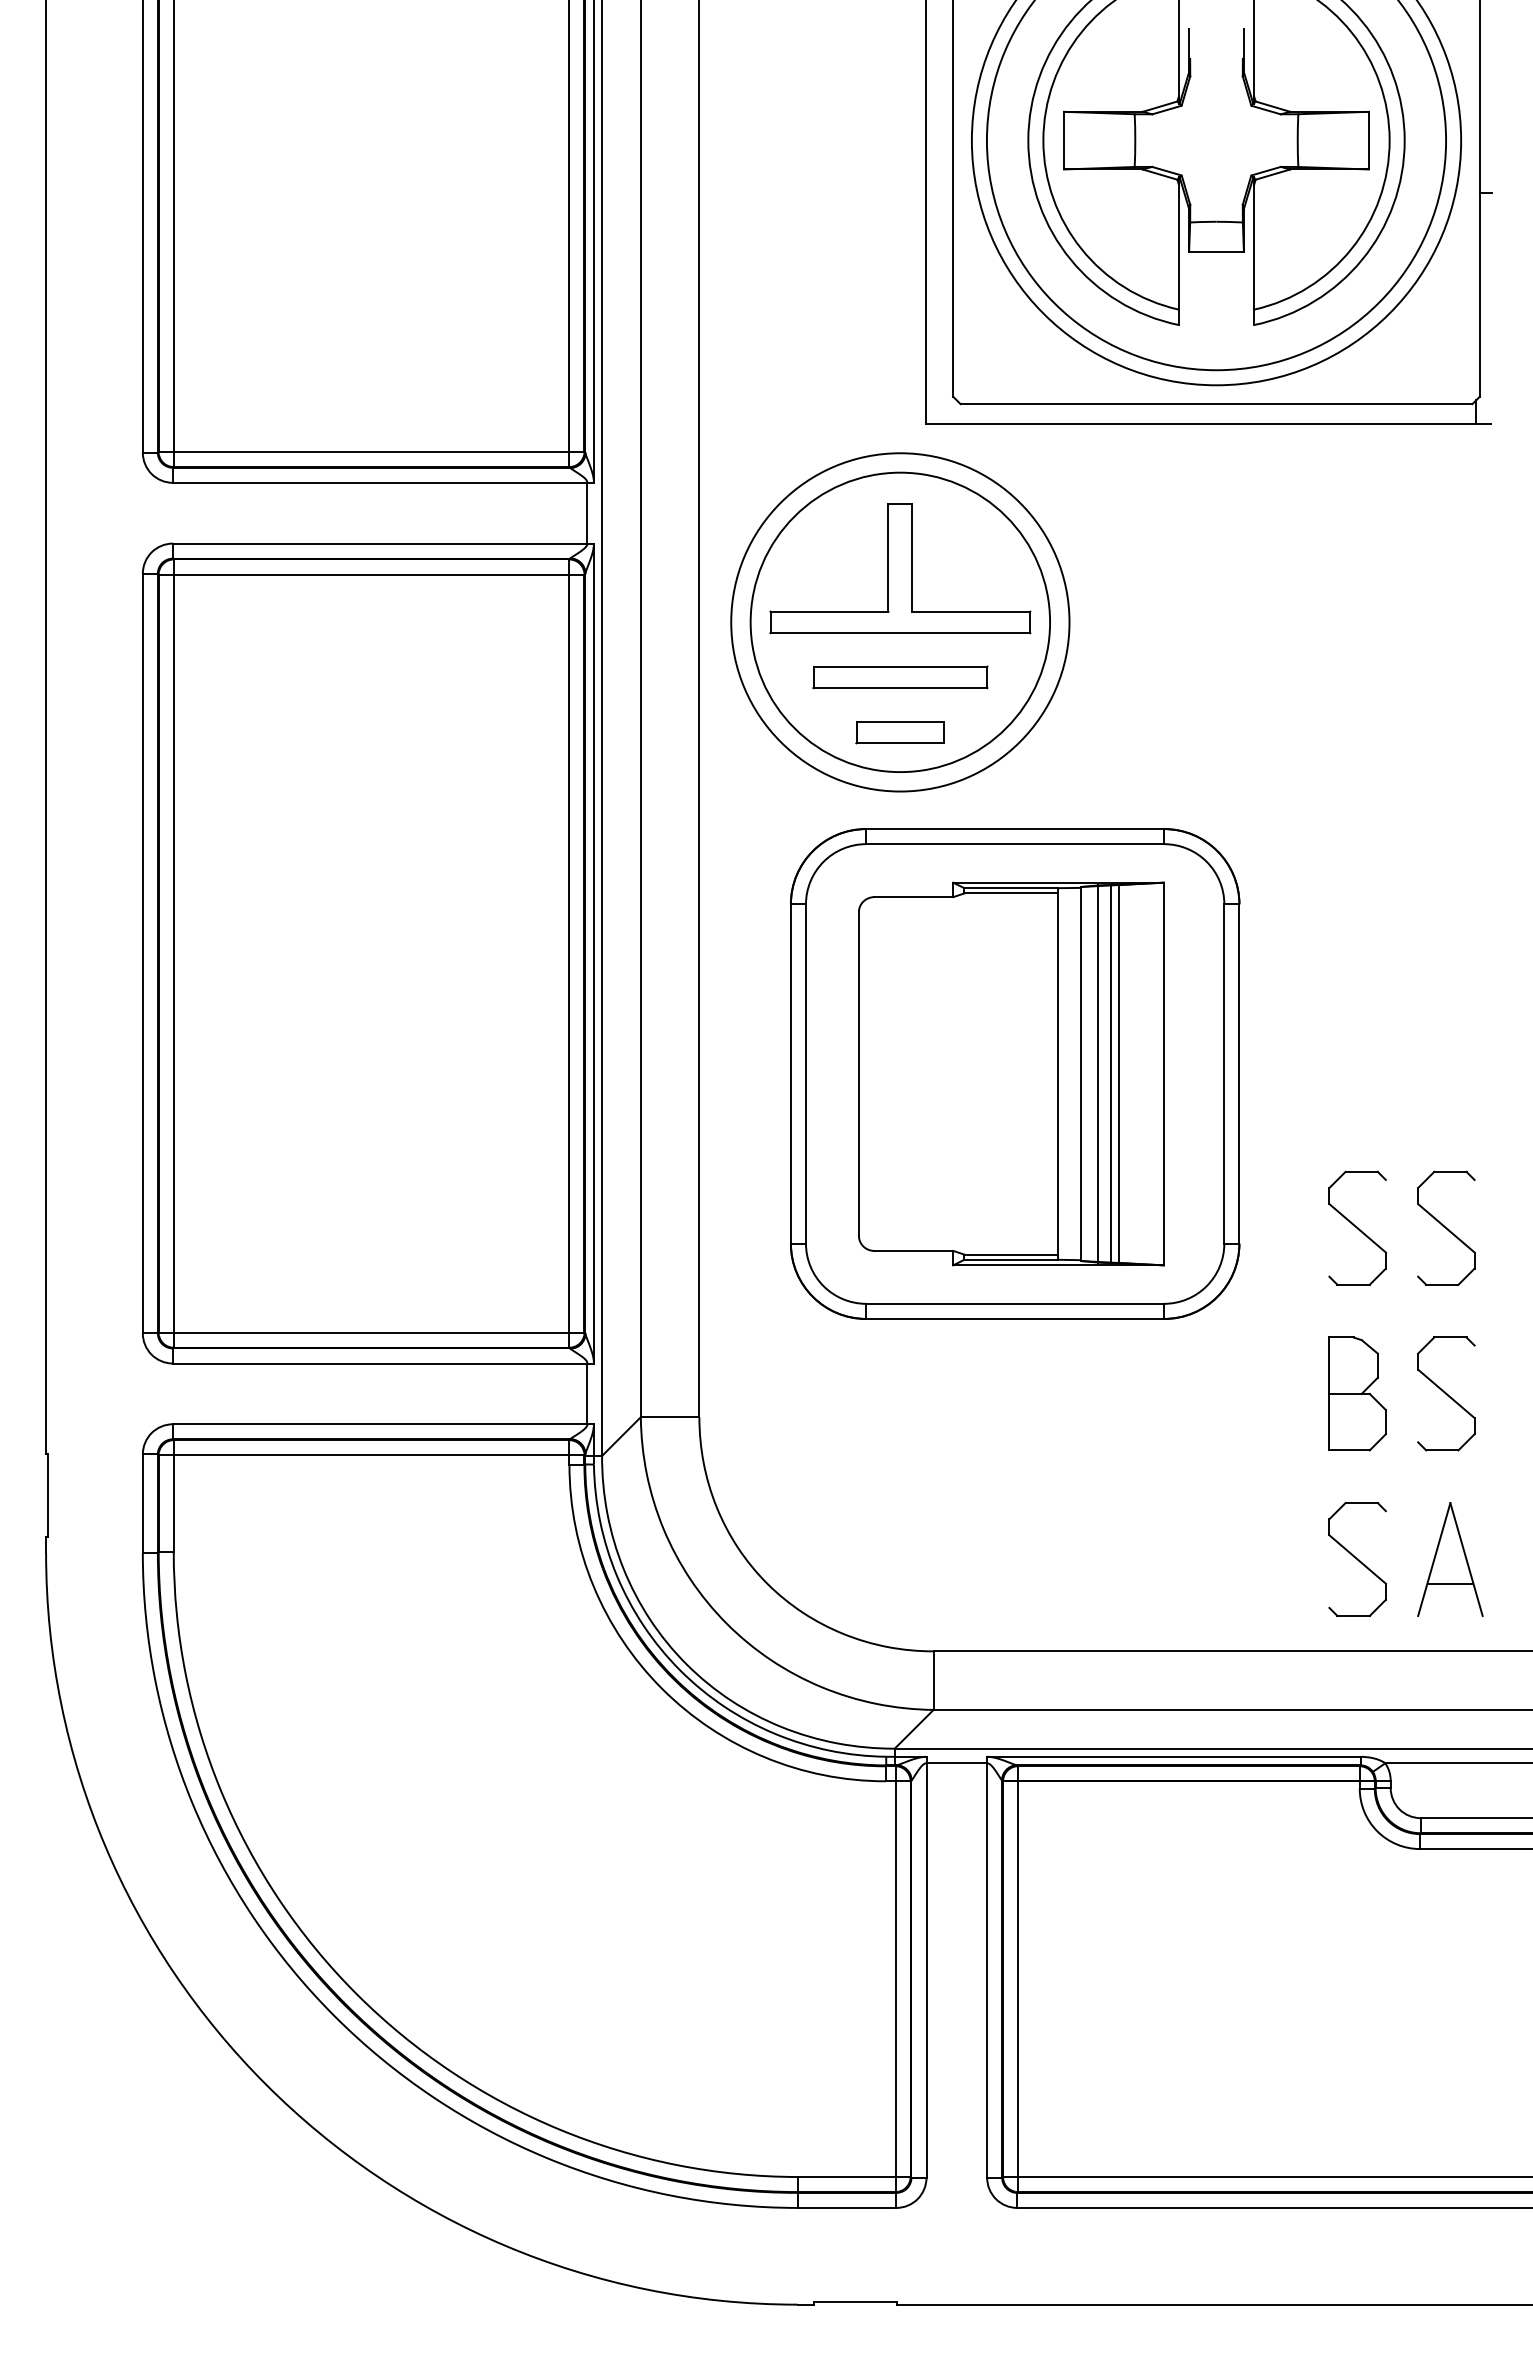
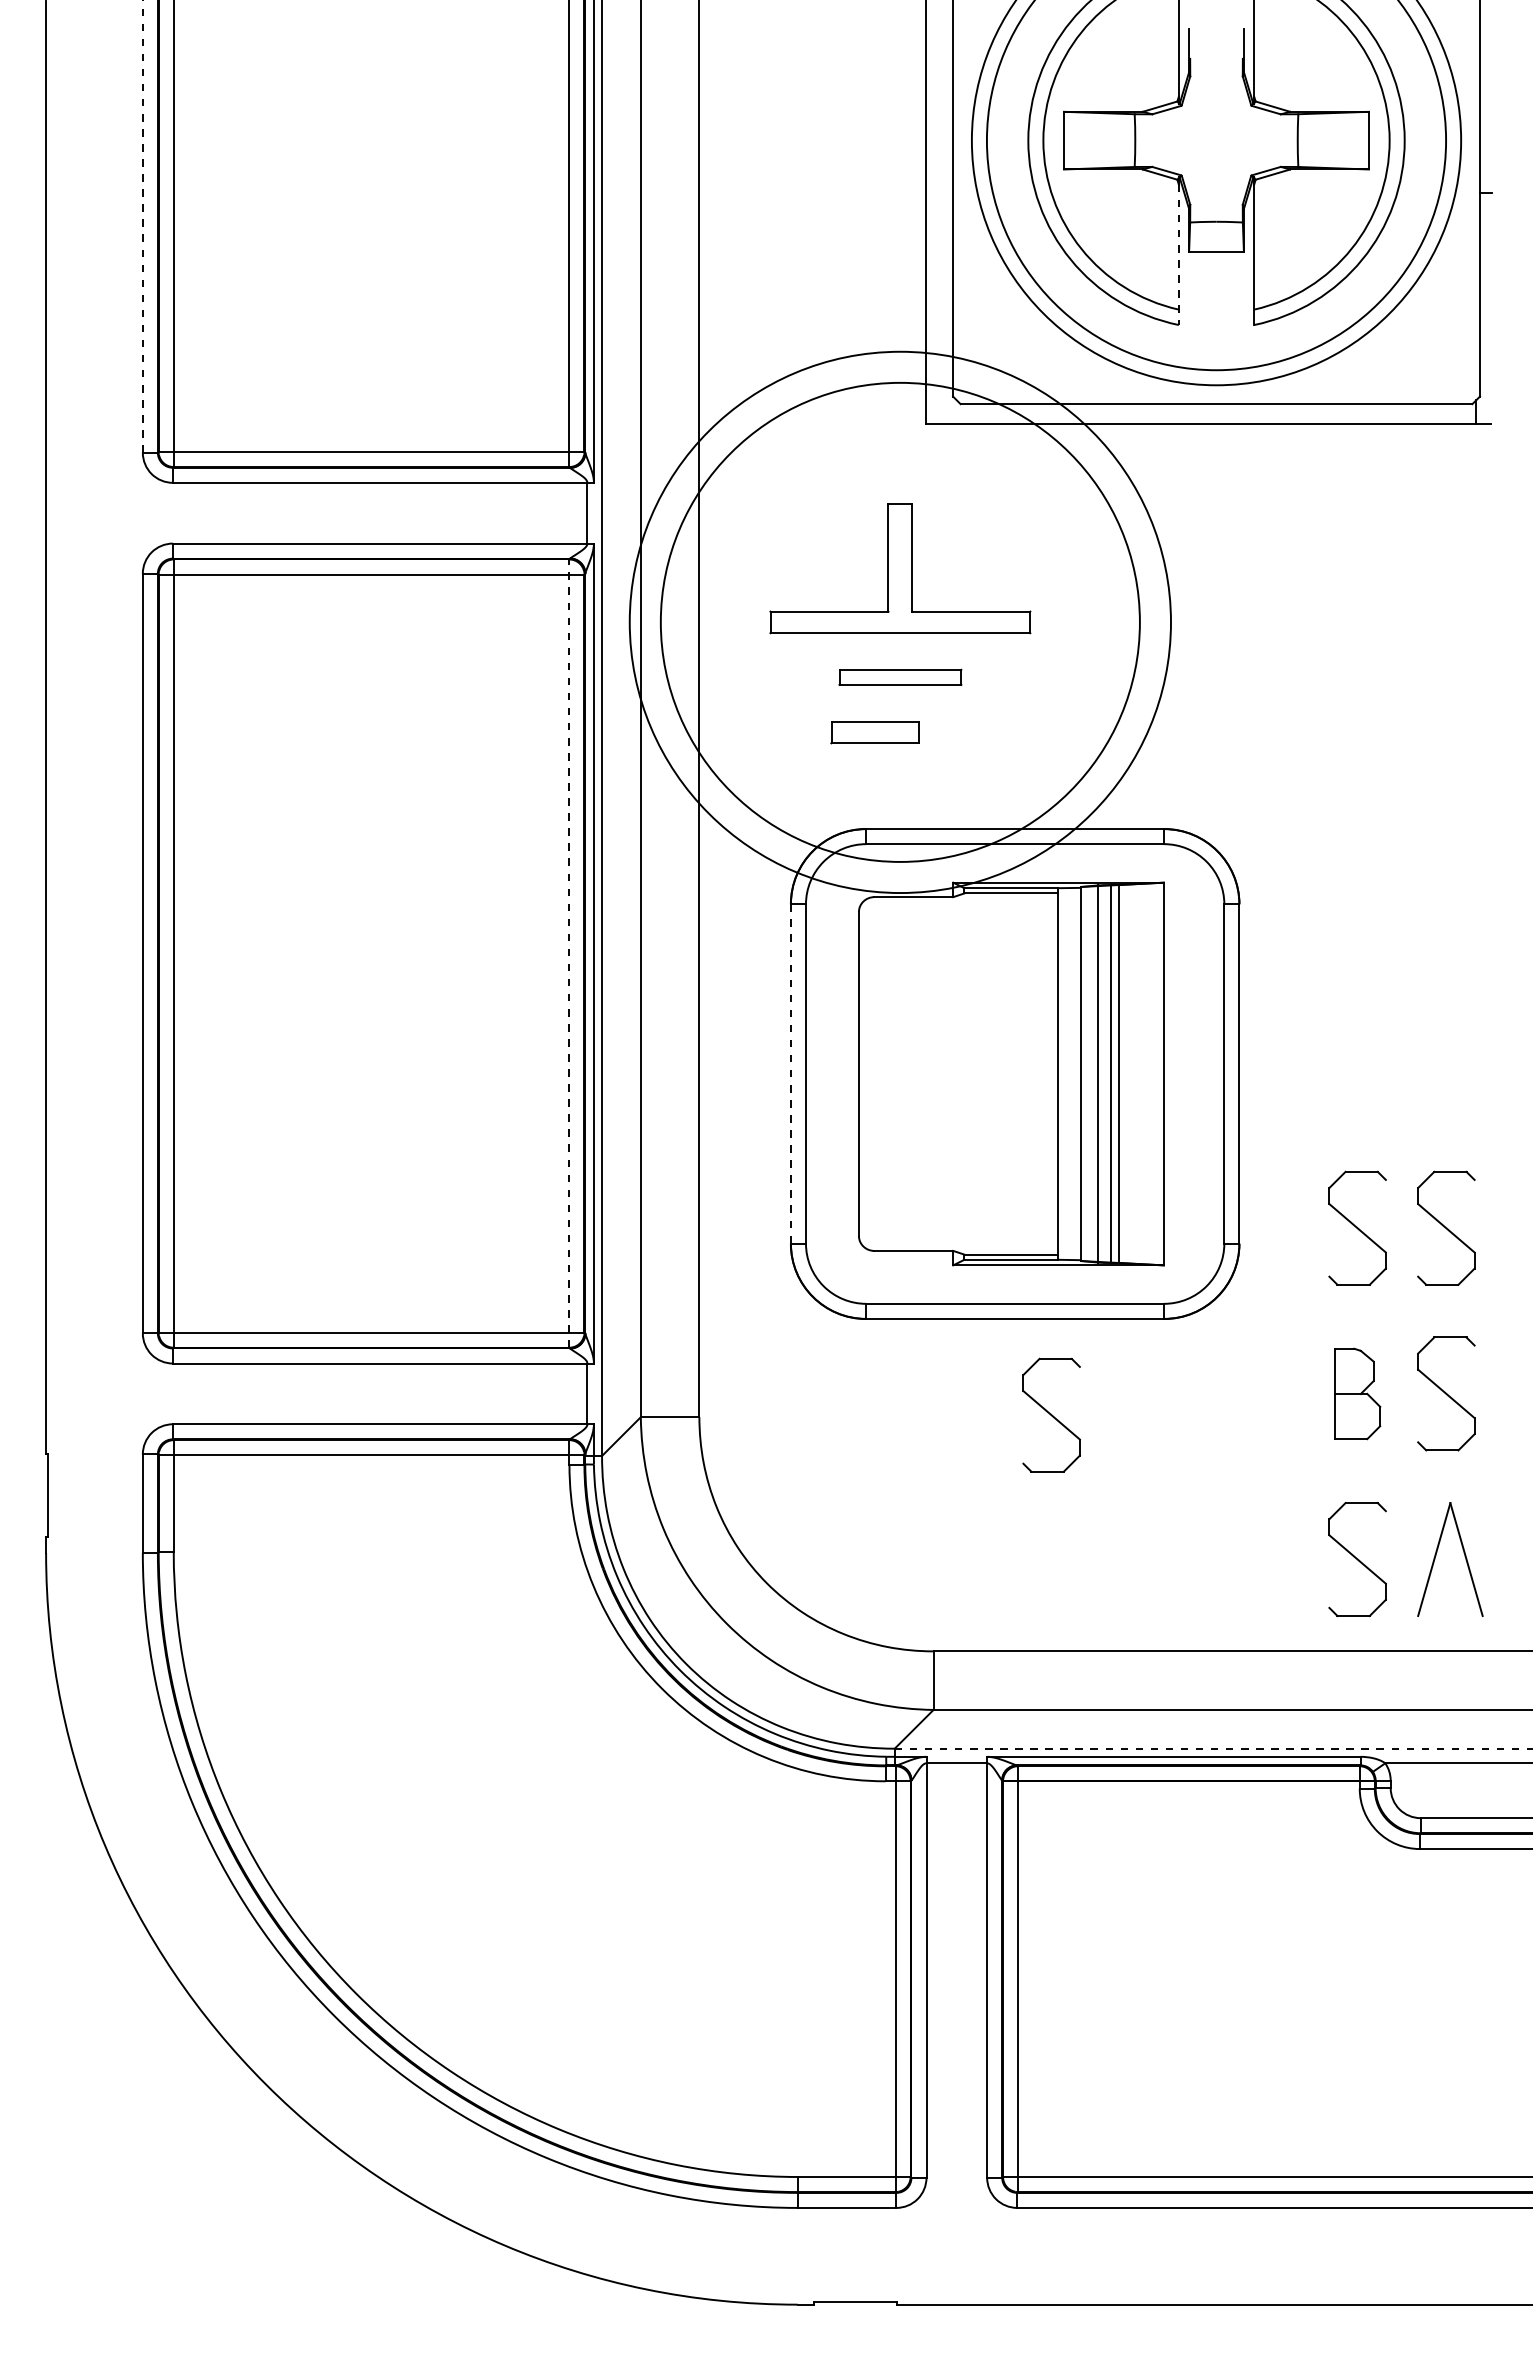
line at (142, 226): solid -> dashed
line at (1178, 255): solid -> dashed
circle at (900, 622) diameter: 299 px -> 479 px
circle at (900, 622) diameter: 338 px -> 541 px
part at (900, 677) size: 177x25 px -> 125x18 px
part at (899, 732) position: (899, 732) -> (874, 732)
line at (569, 953): solid -> dashed
line at (791, 1074): solid -> dashed
part at (1357, 1393) size: 59x116 px -> 48x94 px
part at (1051, 1414): none -> present
line at (1449, 1583): present -> none
line at (1213, 1748): solid -> dashed
